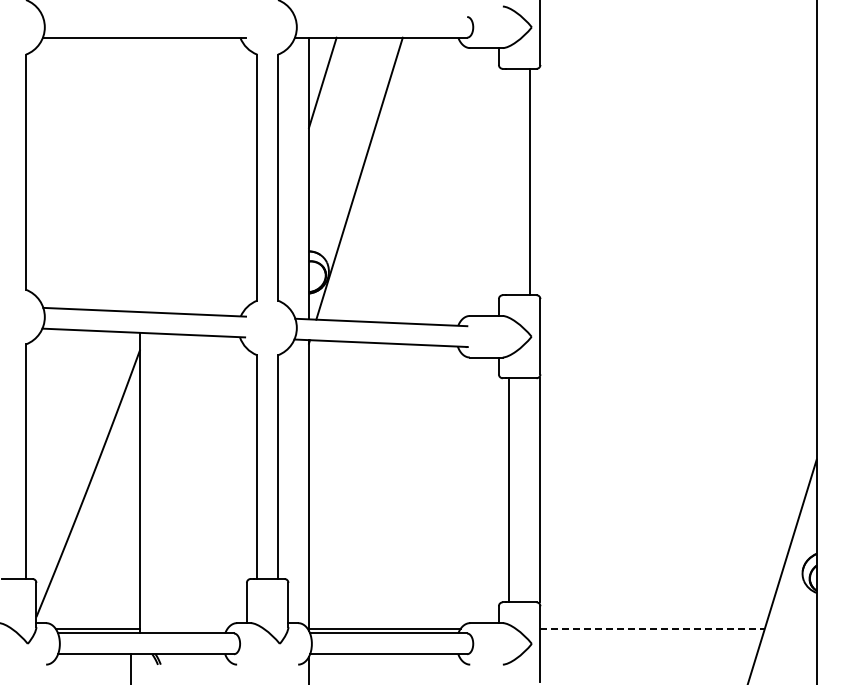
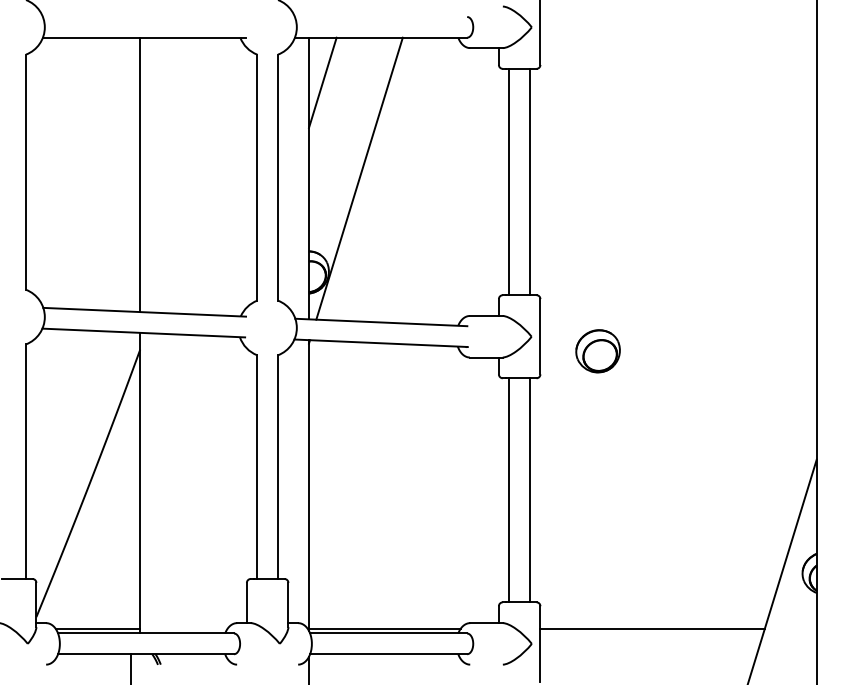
line at (140, 174): none -> present
line at (509, 181): none -> present
part at (597, 351): none -> present
line at (540, 490) position: (540, 490) -> (530, 490)
line at (653, 628): dashed -> solid
